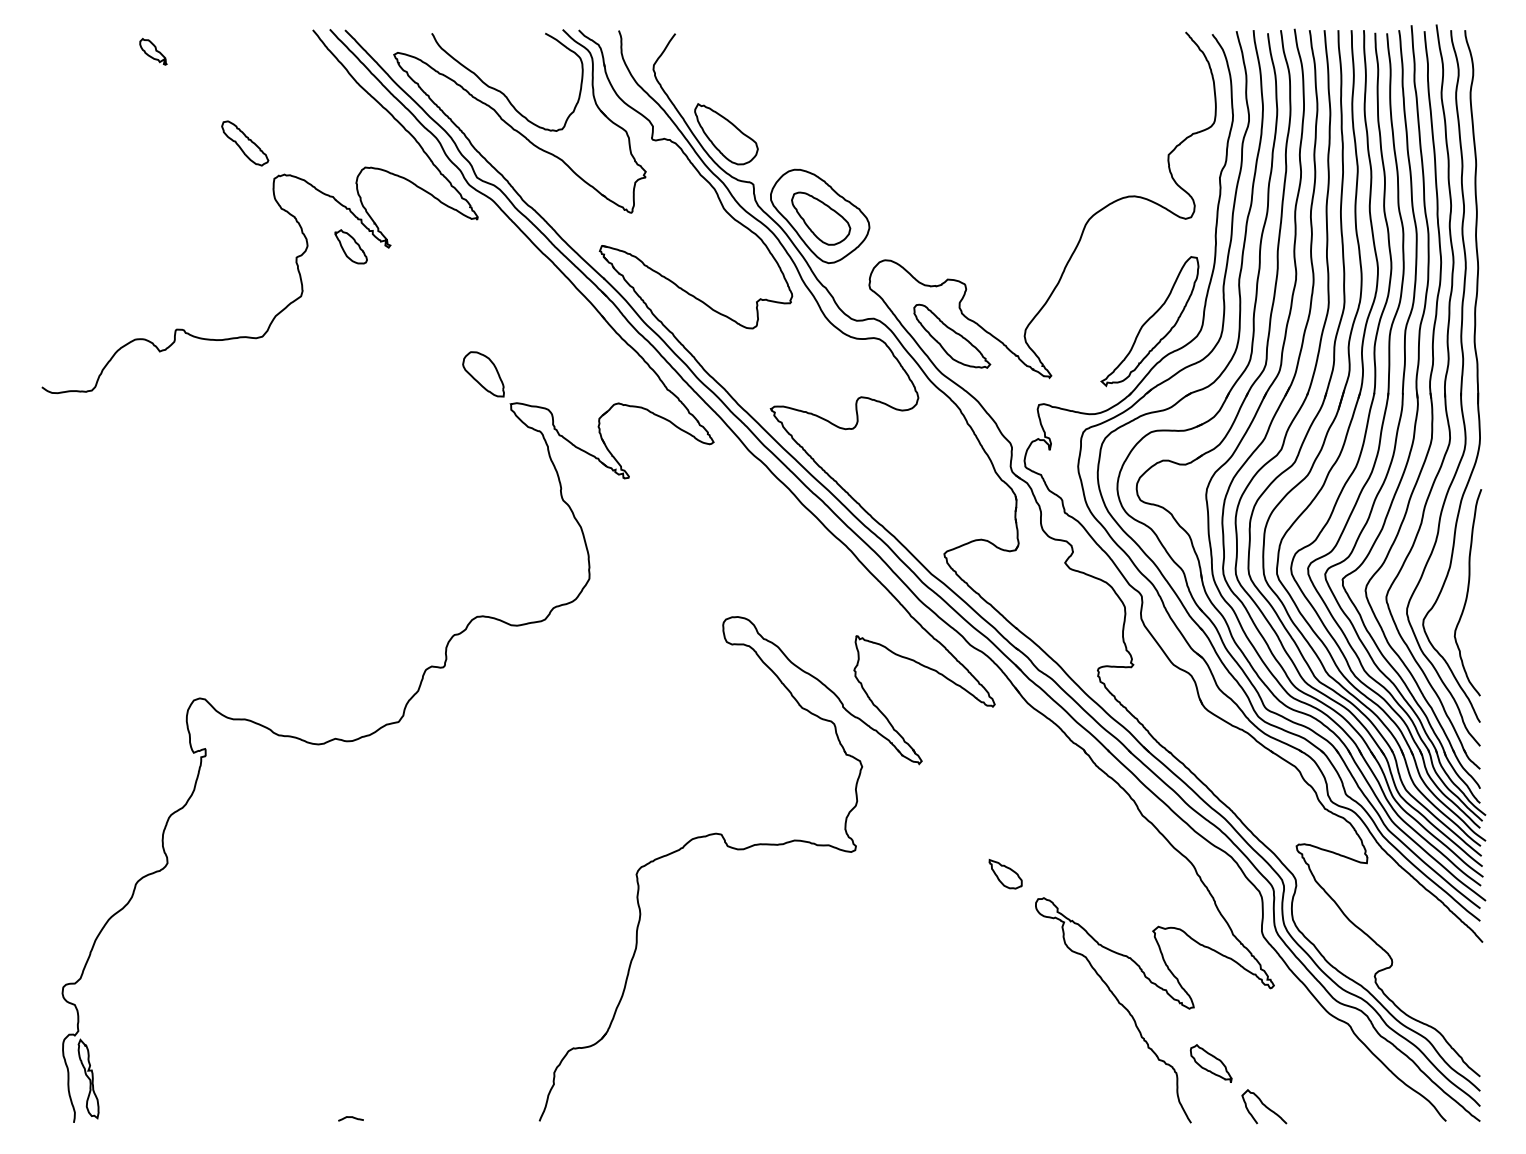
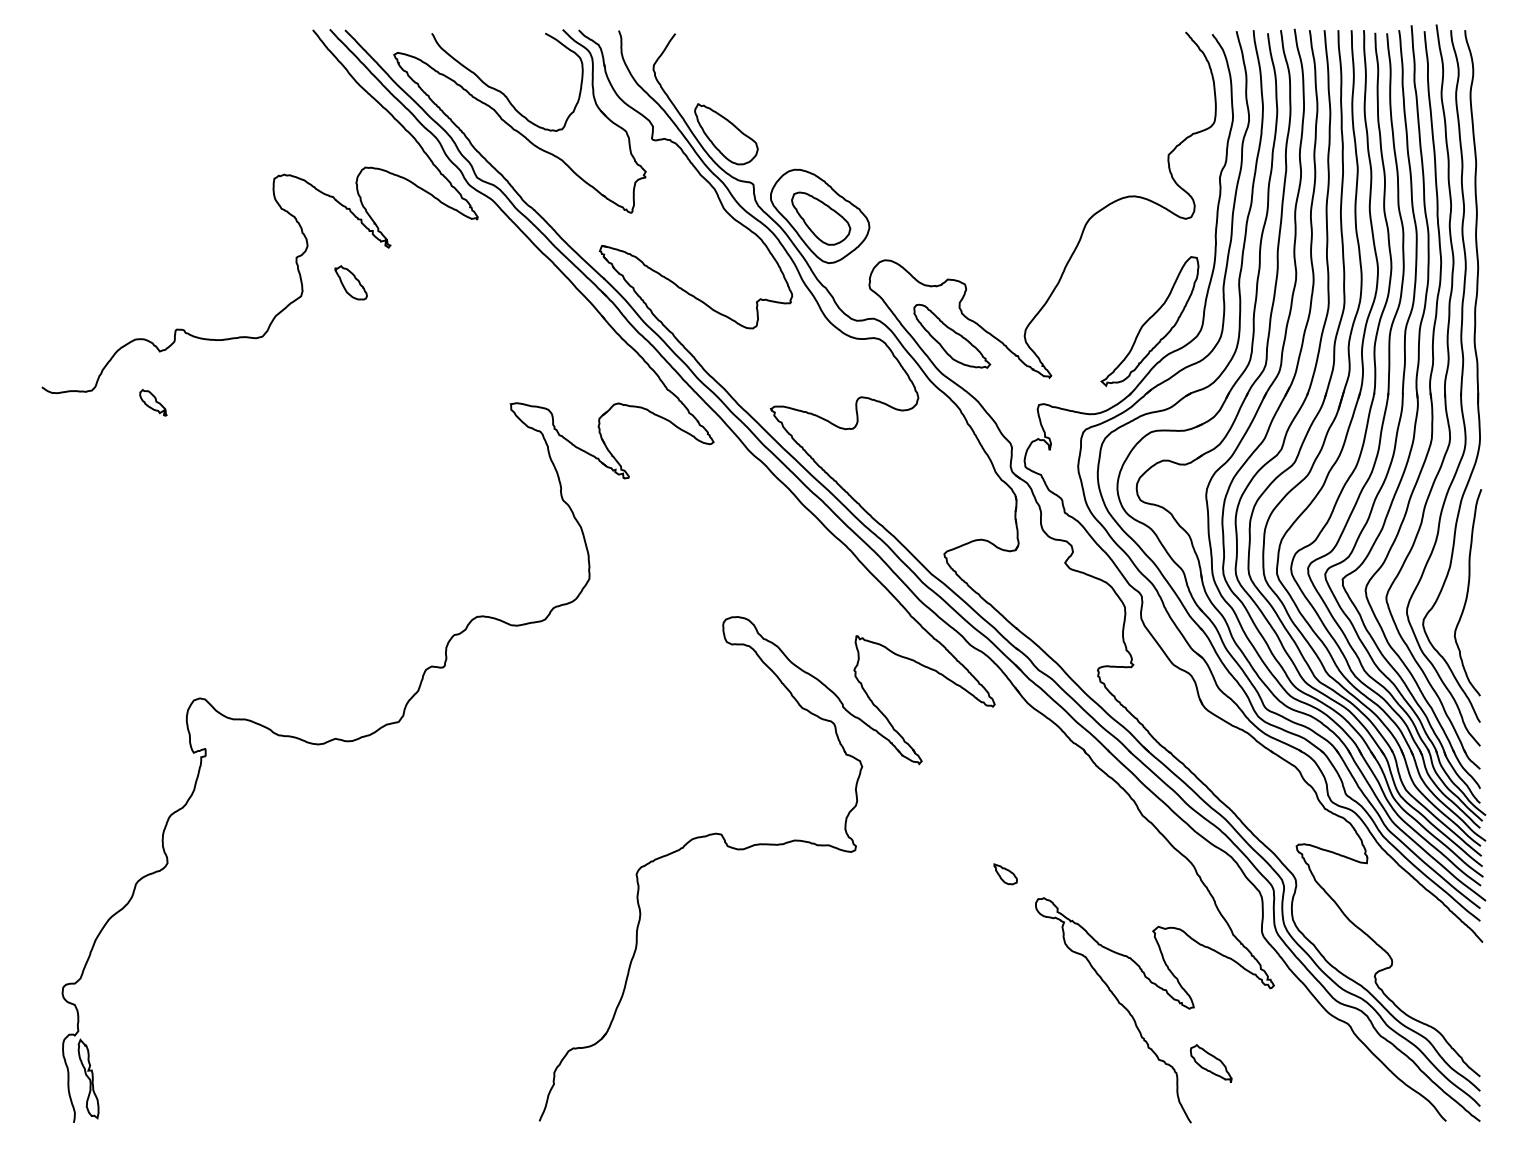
part at (153, 51) position: (153, 51) -> (153, 402)
part at (245, 143): present -> none
part at (350, 246) position: (350, 246) -> (350, 282)
part at (483, 374): present -> none
part at (1005, 874) size: 35x31 px -> 25x23 px
curve at (1264, 1106): present -> none
curve at (350, 1117): present -> none
